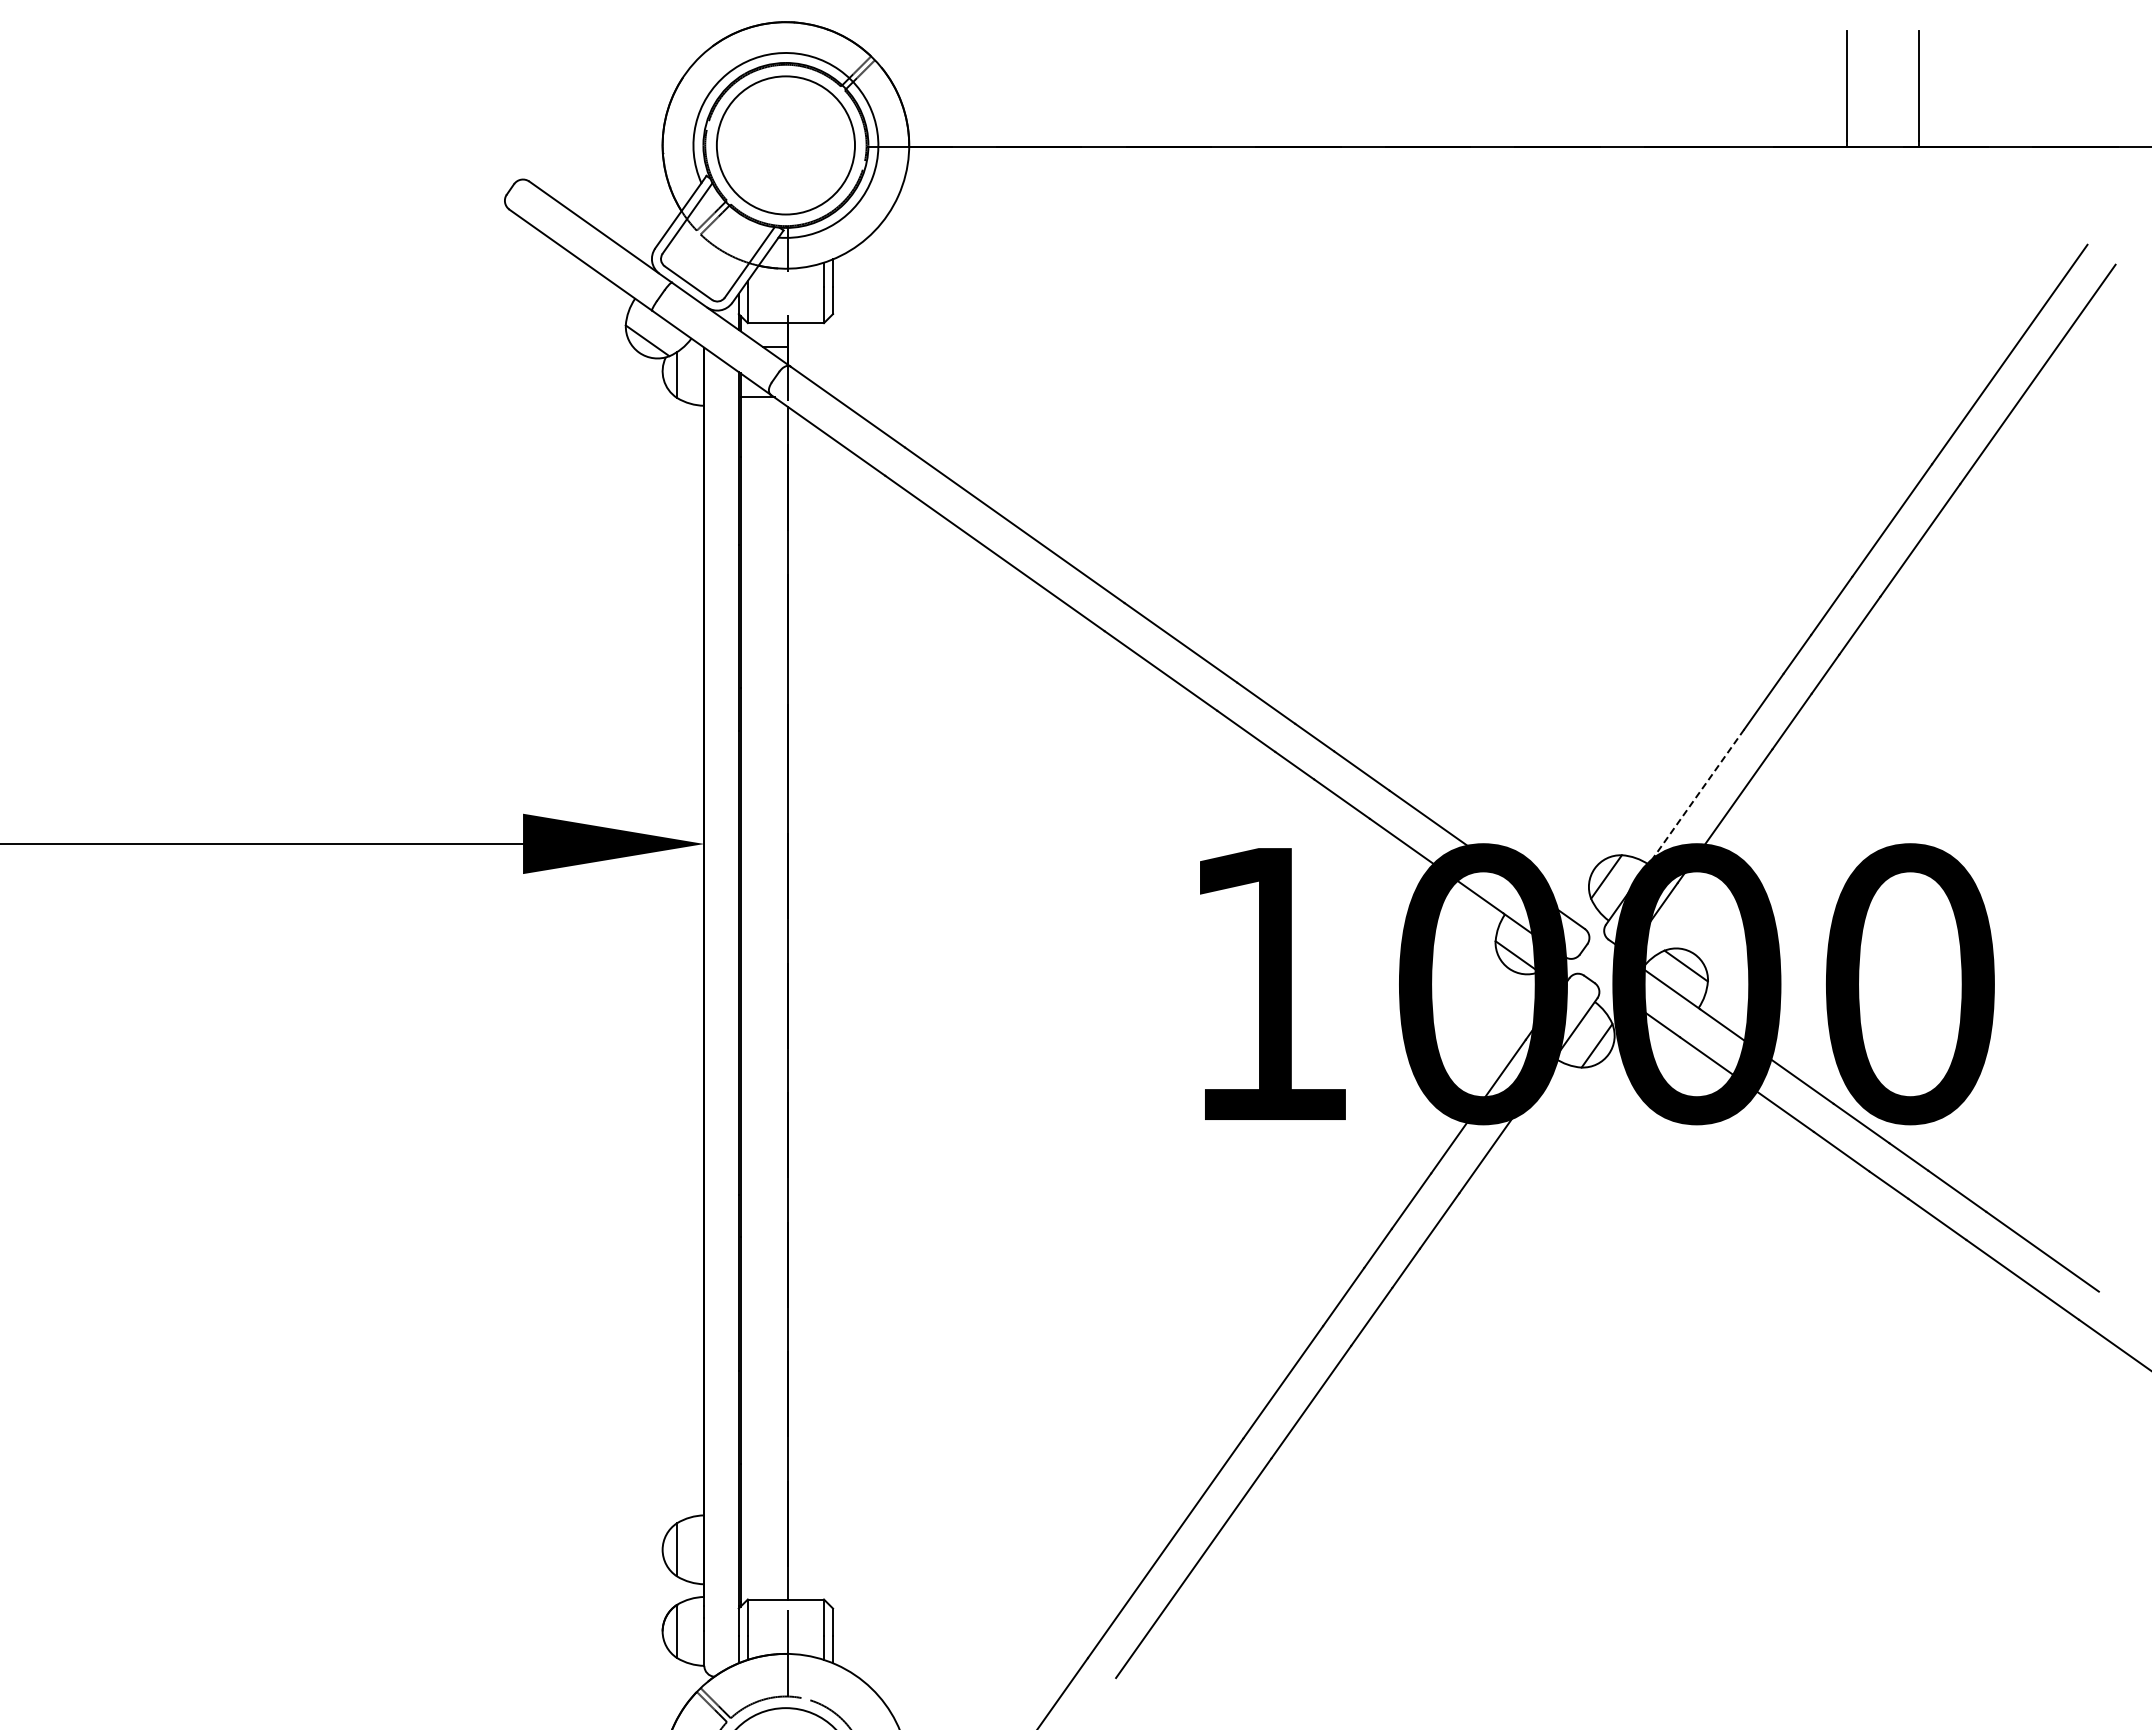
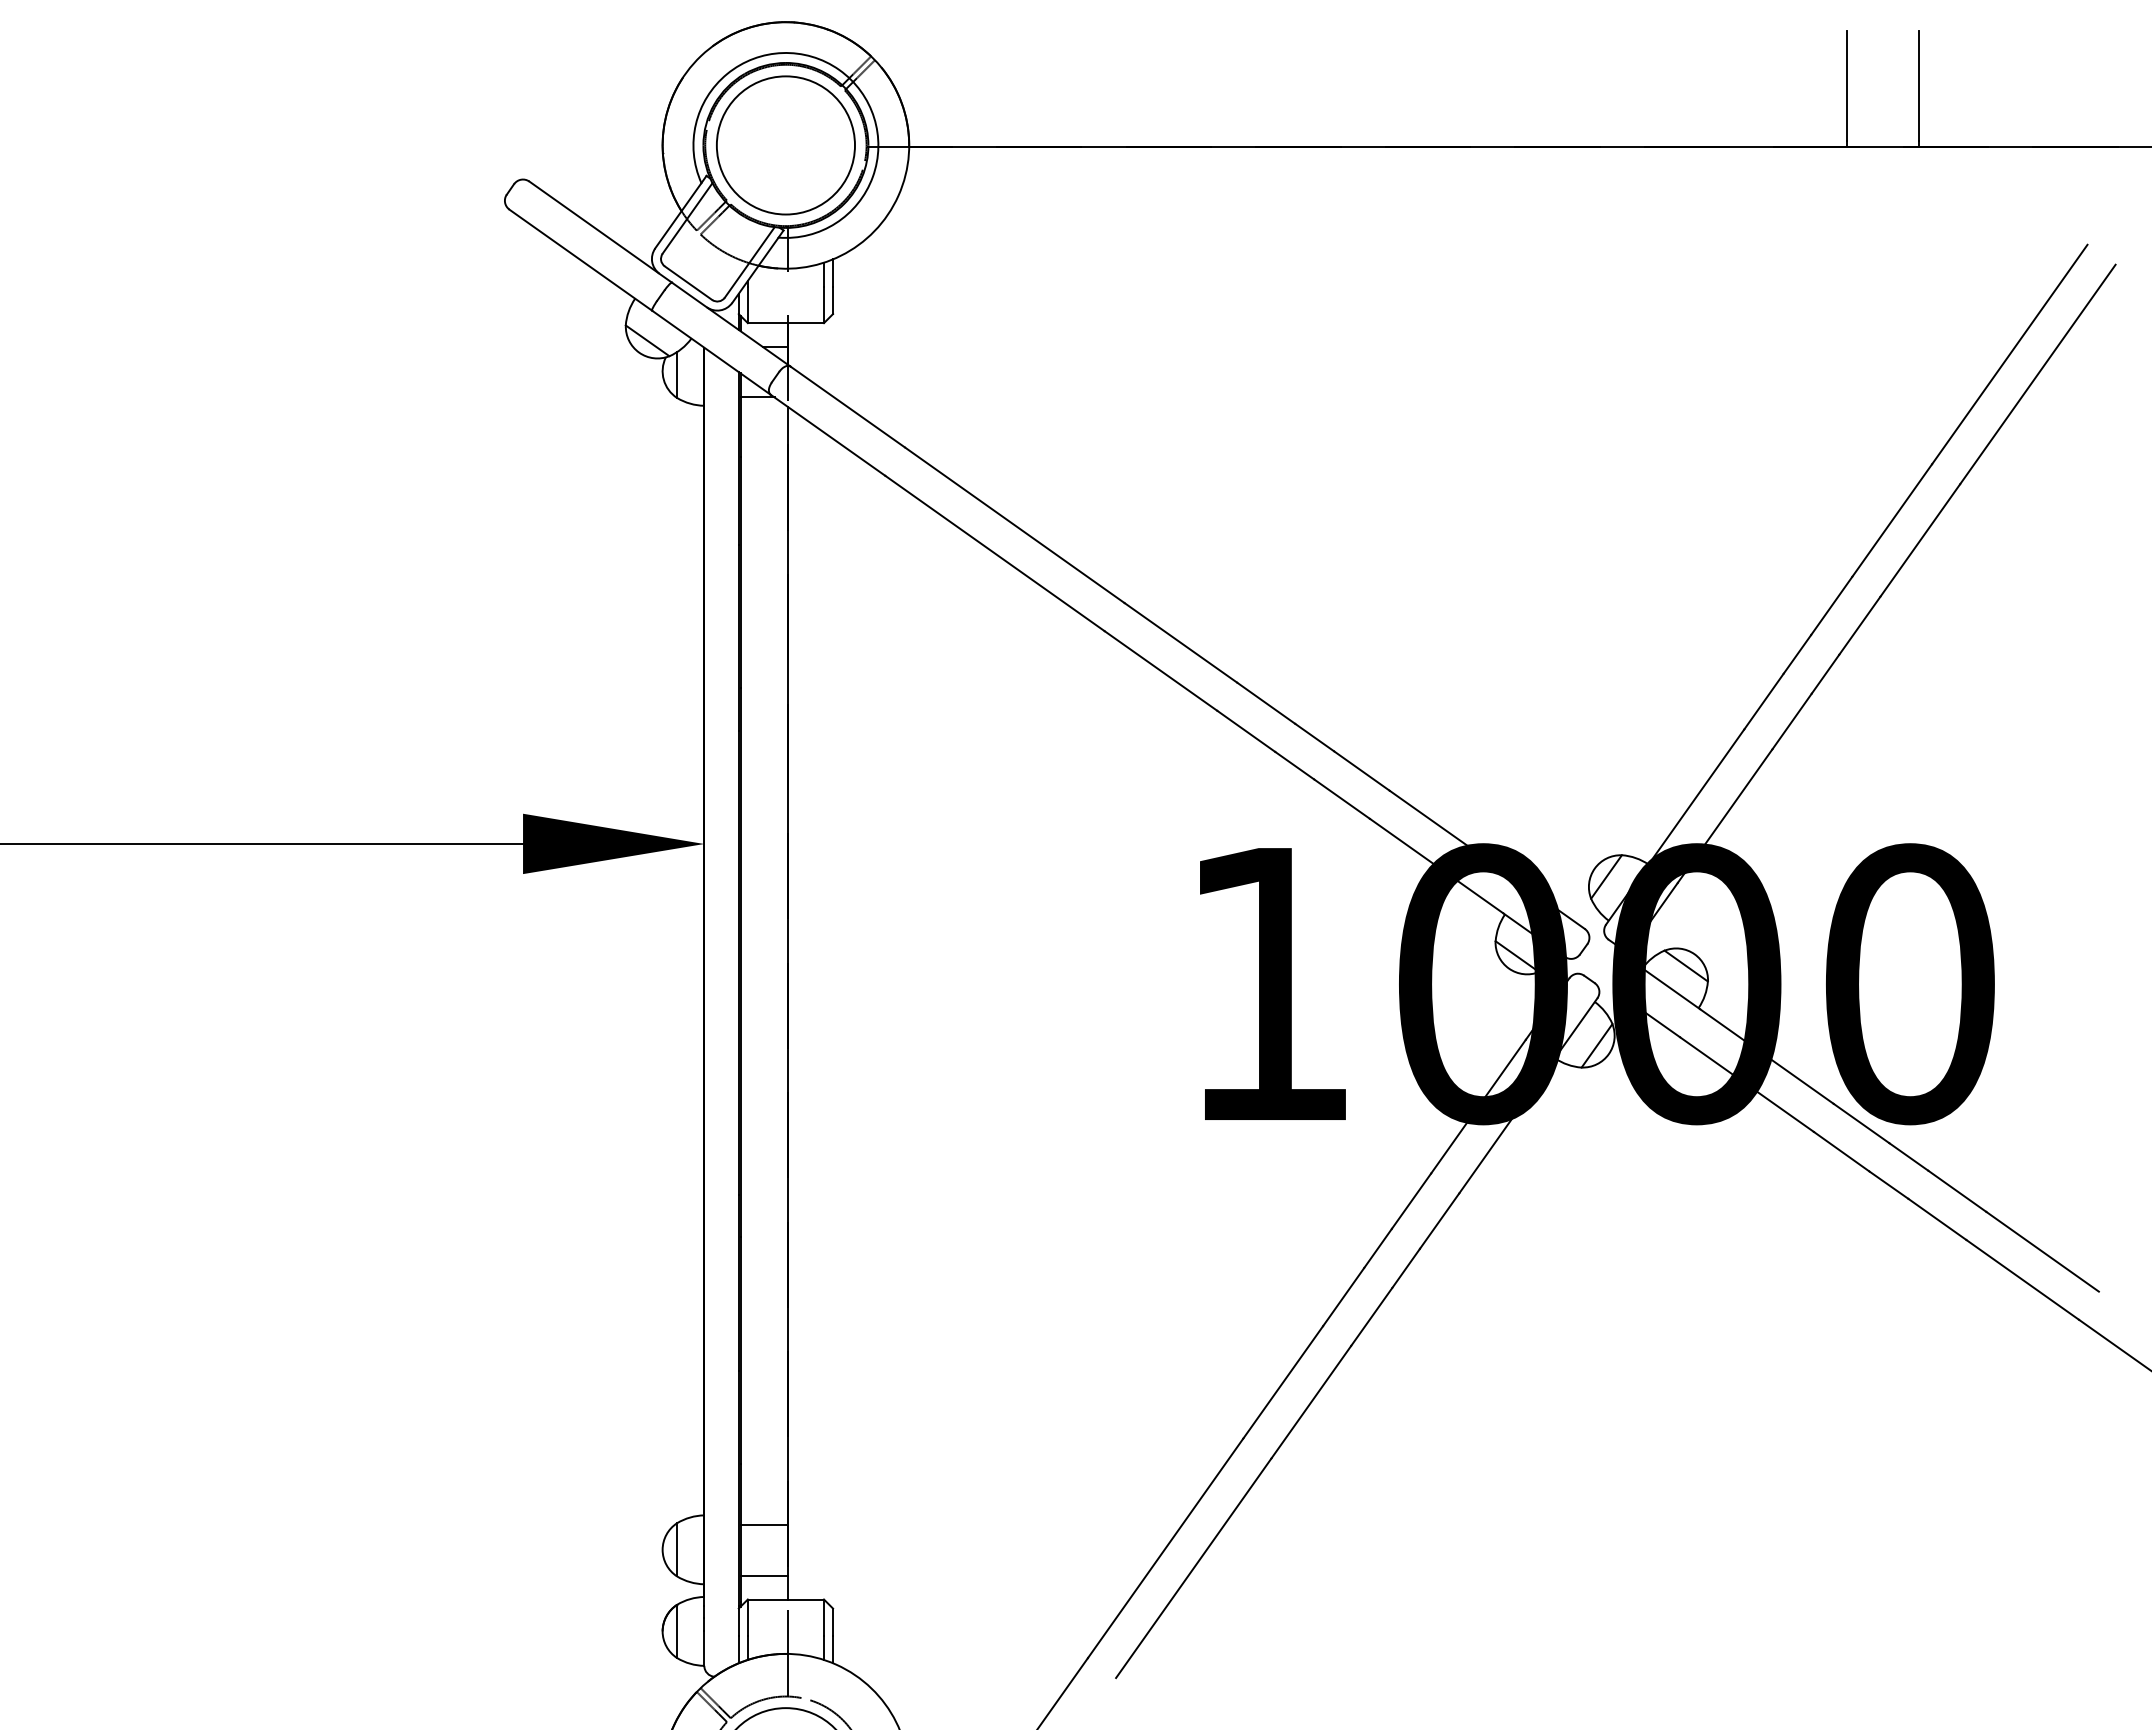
line at (1696, 796): dashed -> solid
line at (763, 1525): none -> present
line at (763, 1575): none -> present
